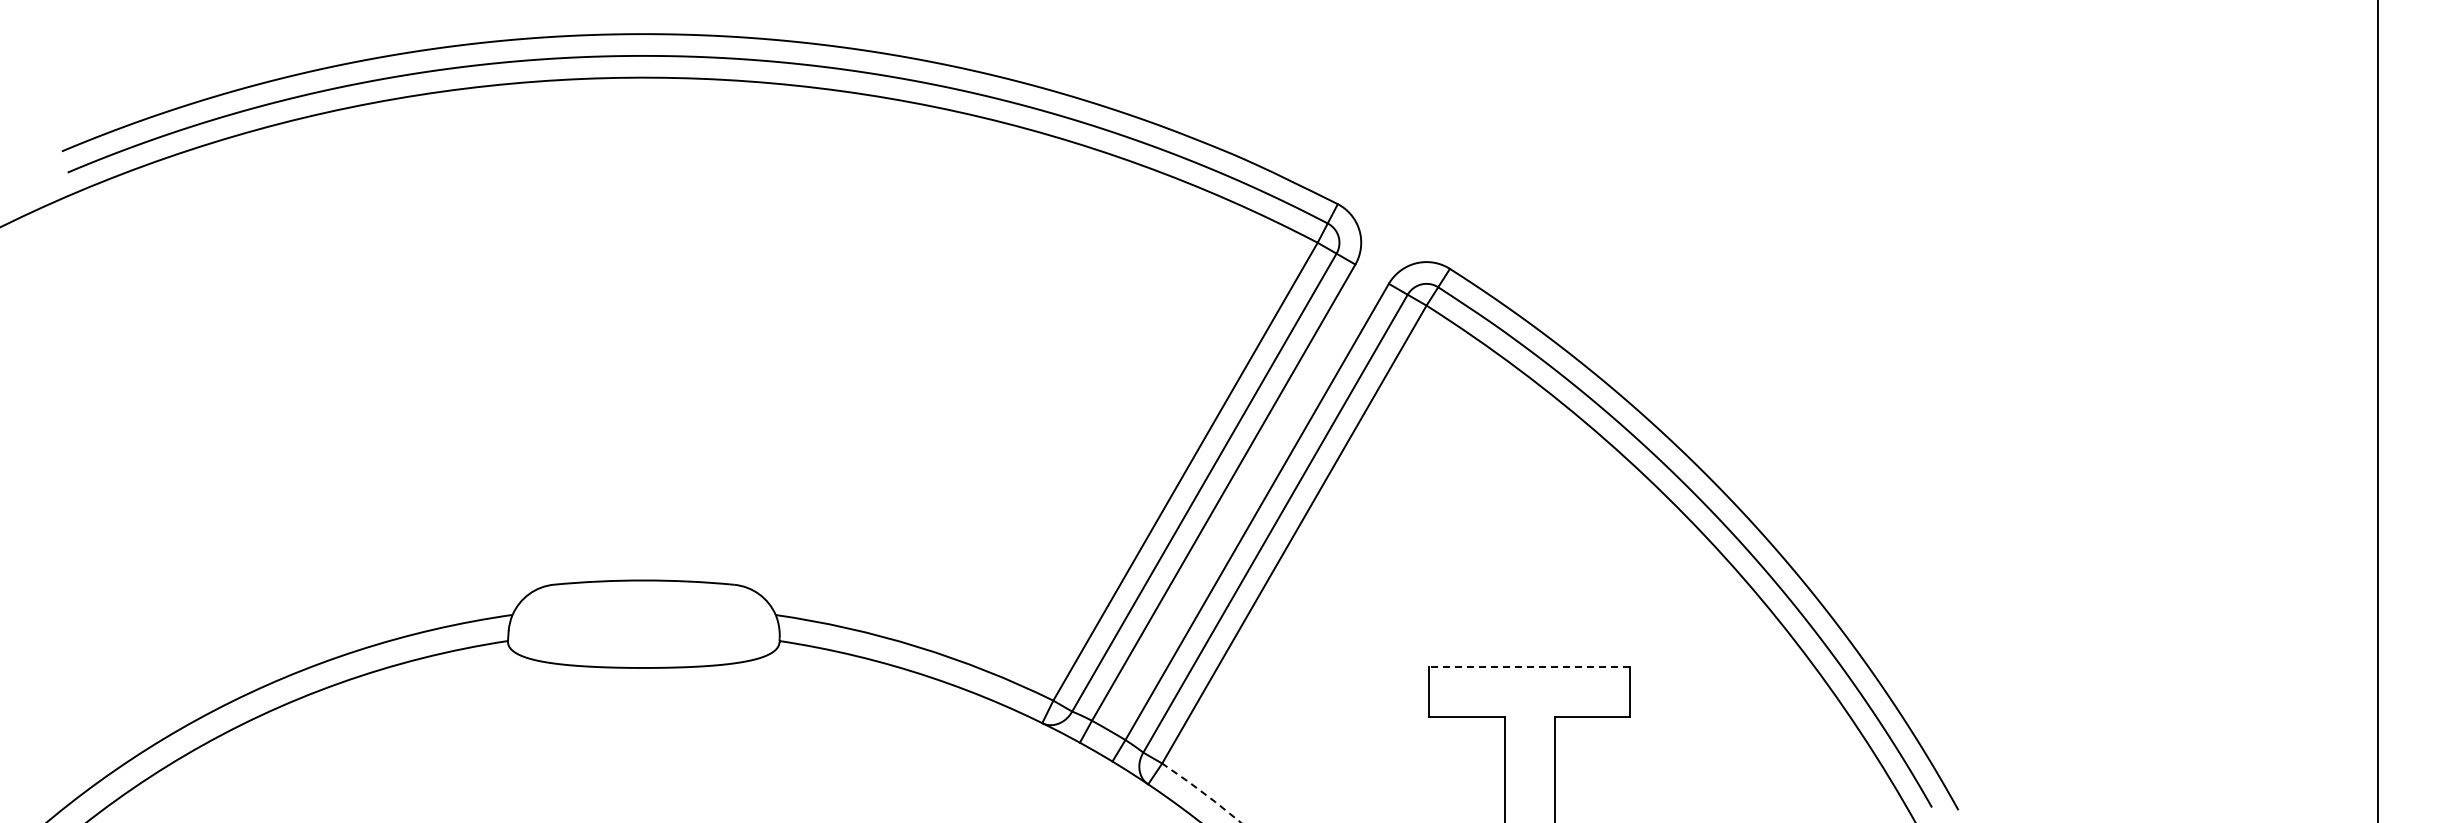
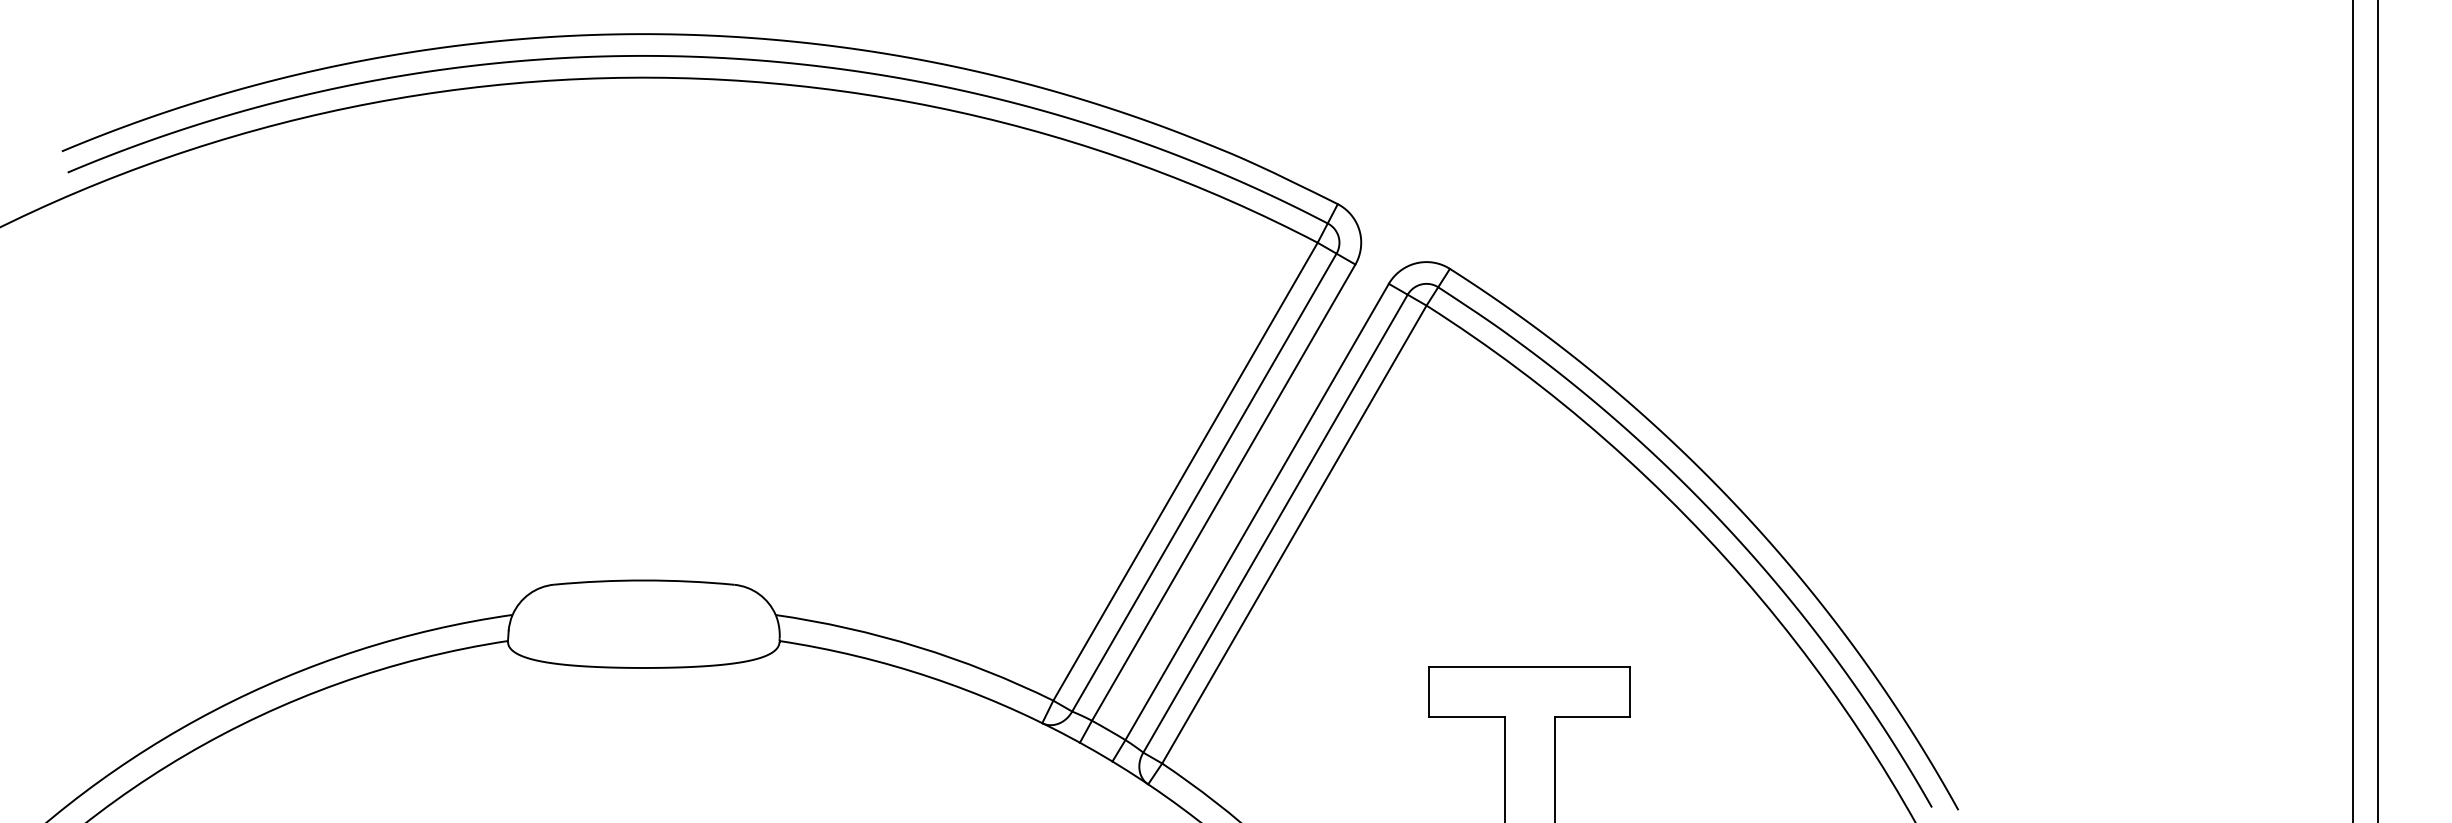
line at (2353, 410): none -> present
line at (1529, 666): dashed -> solid
arc at (1202, 792): dashed -> solid
